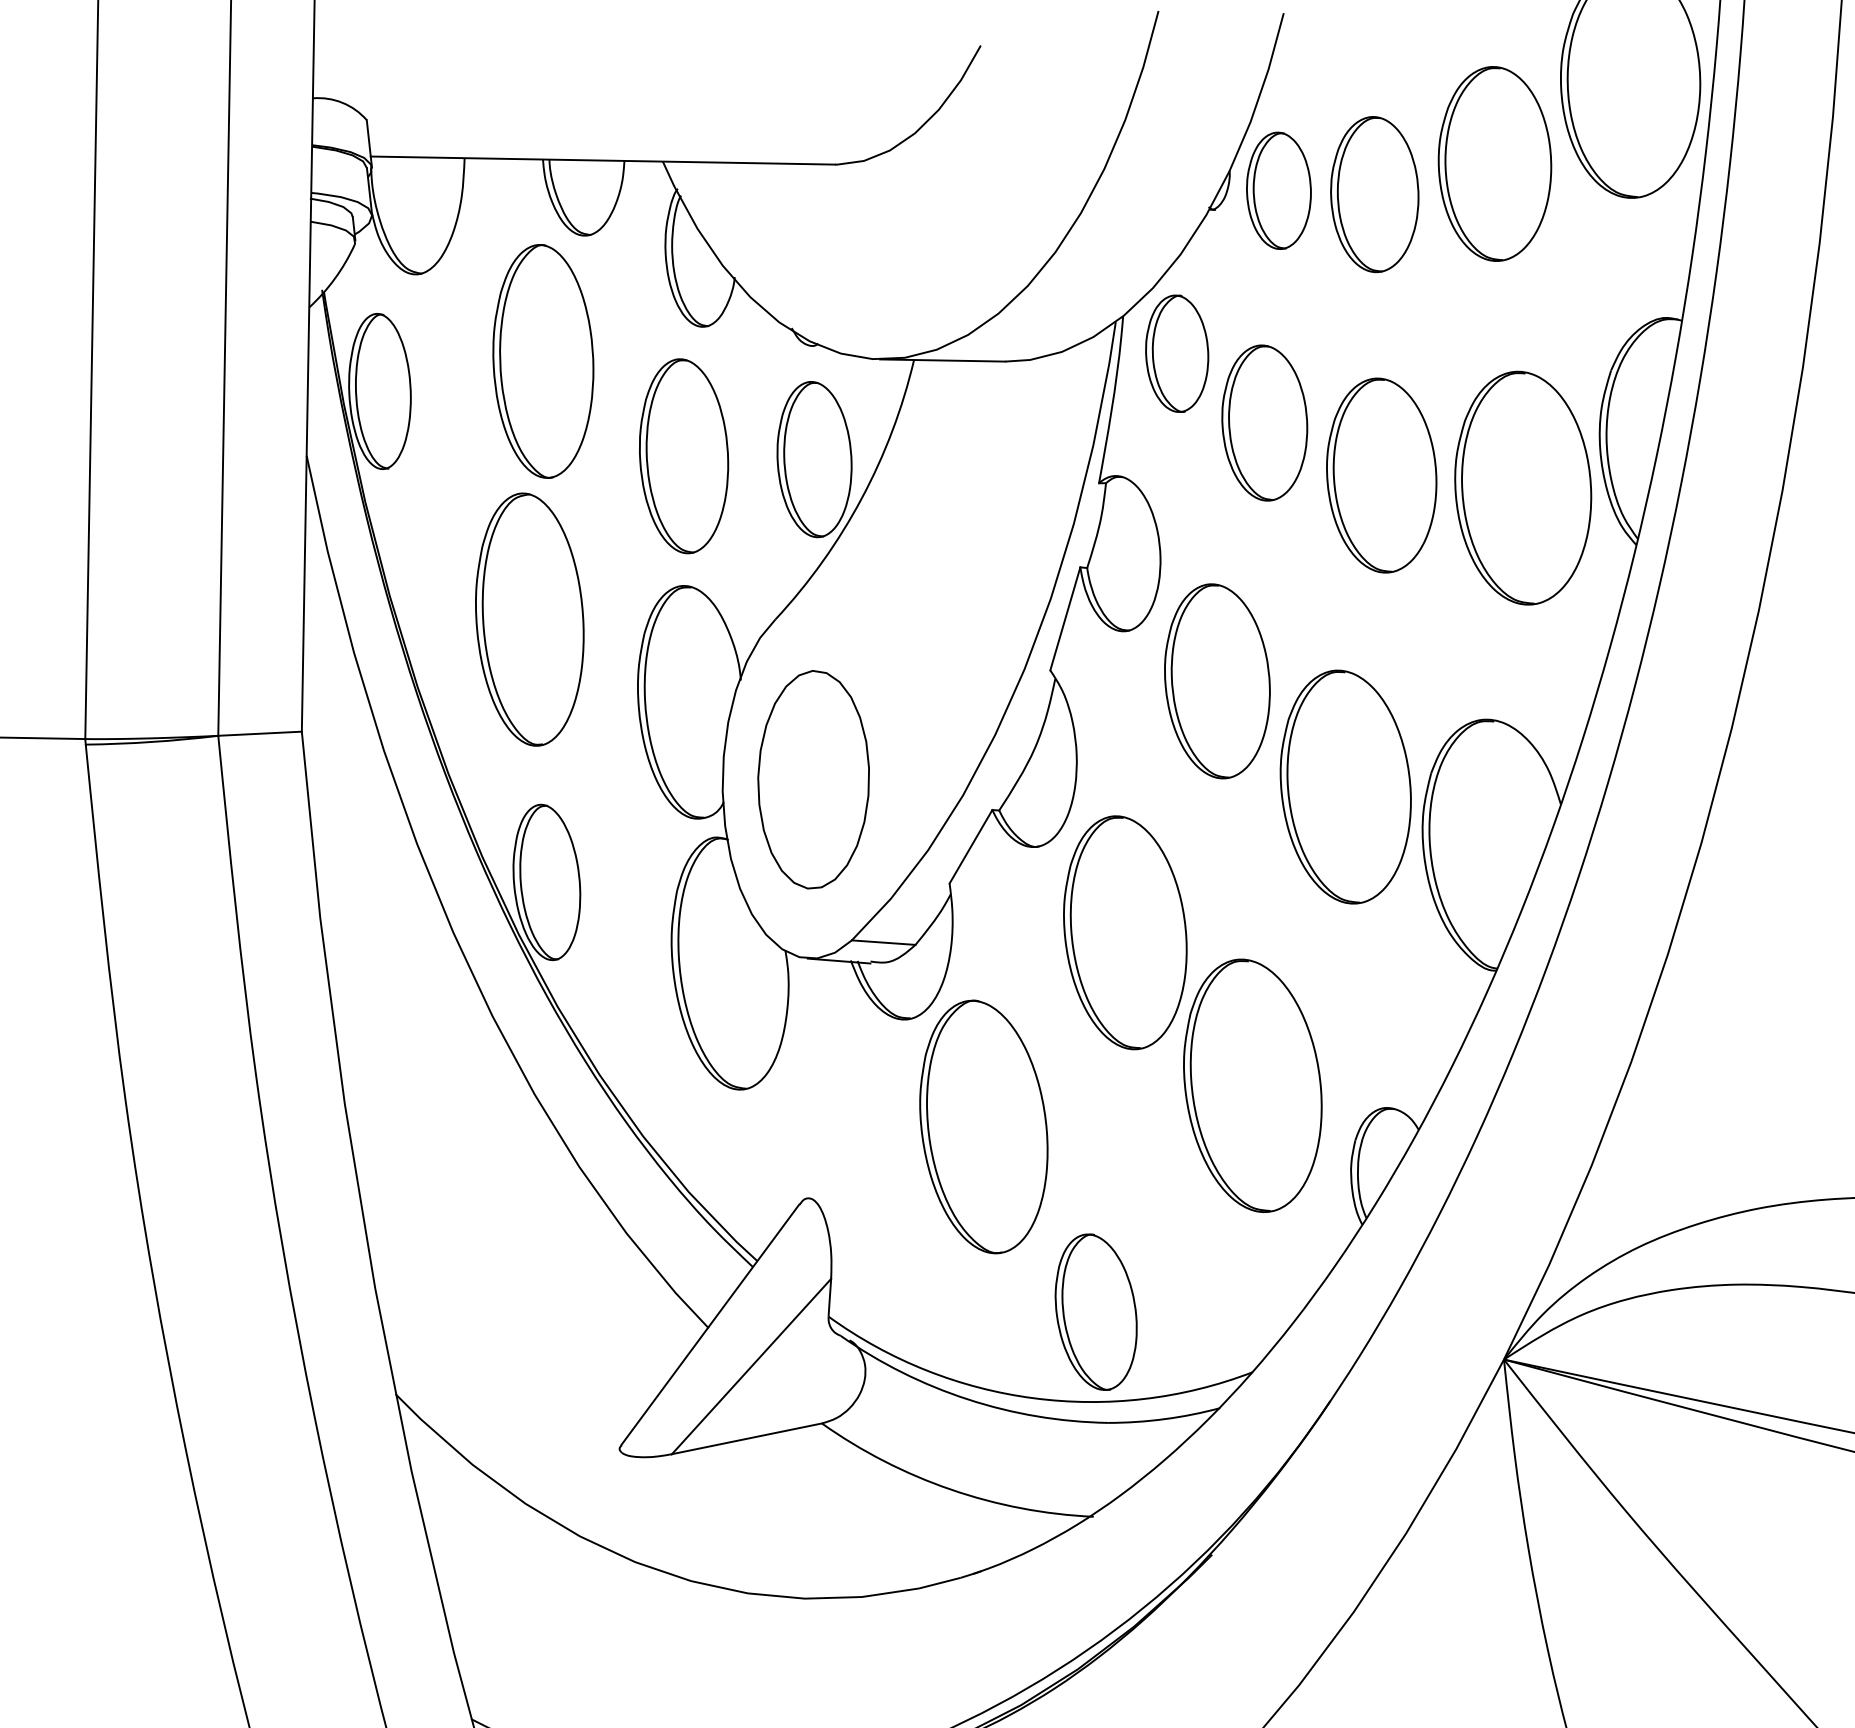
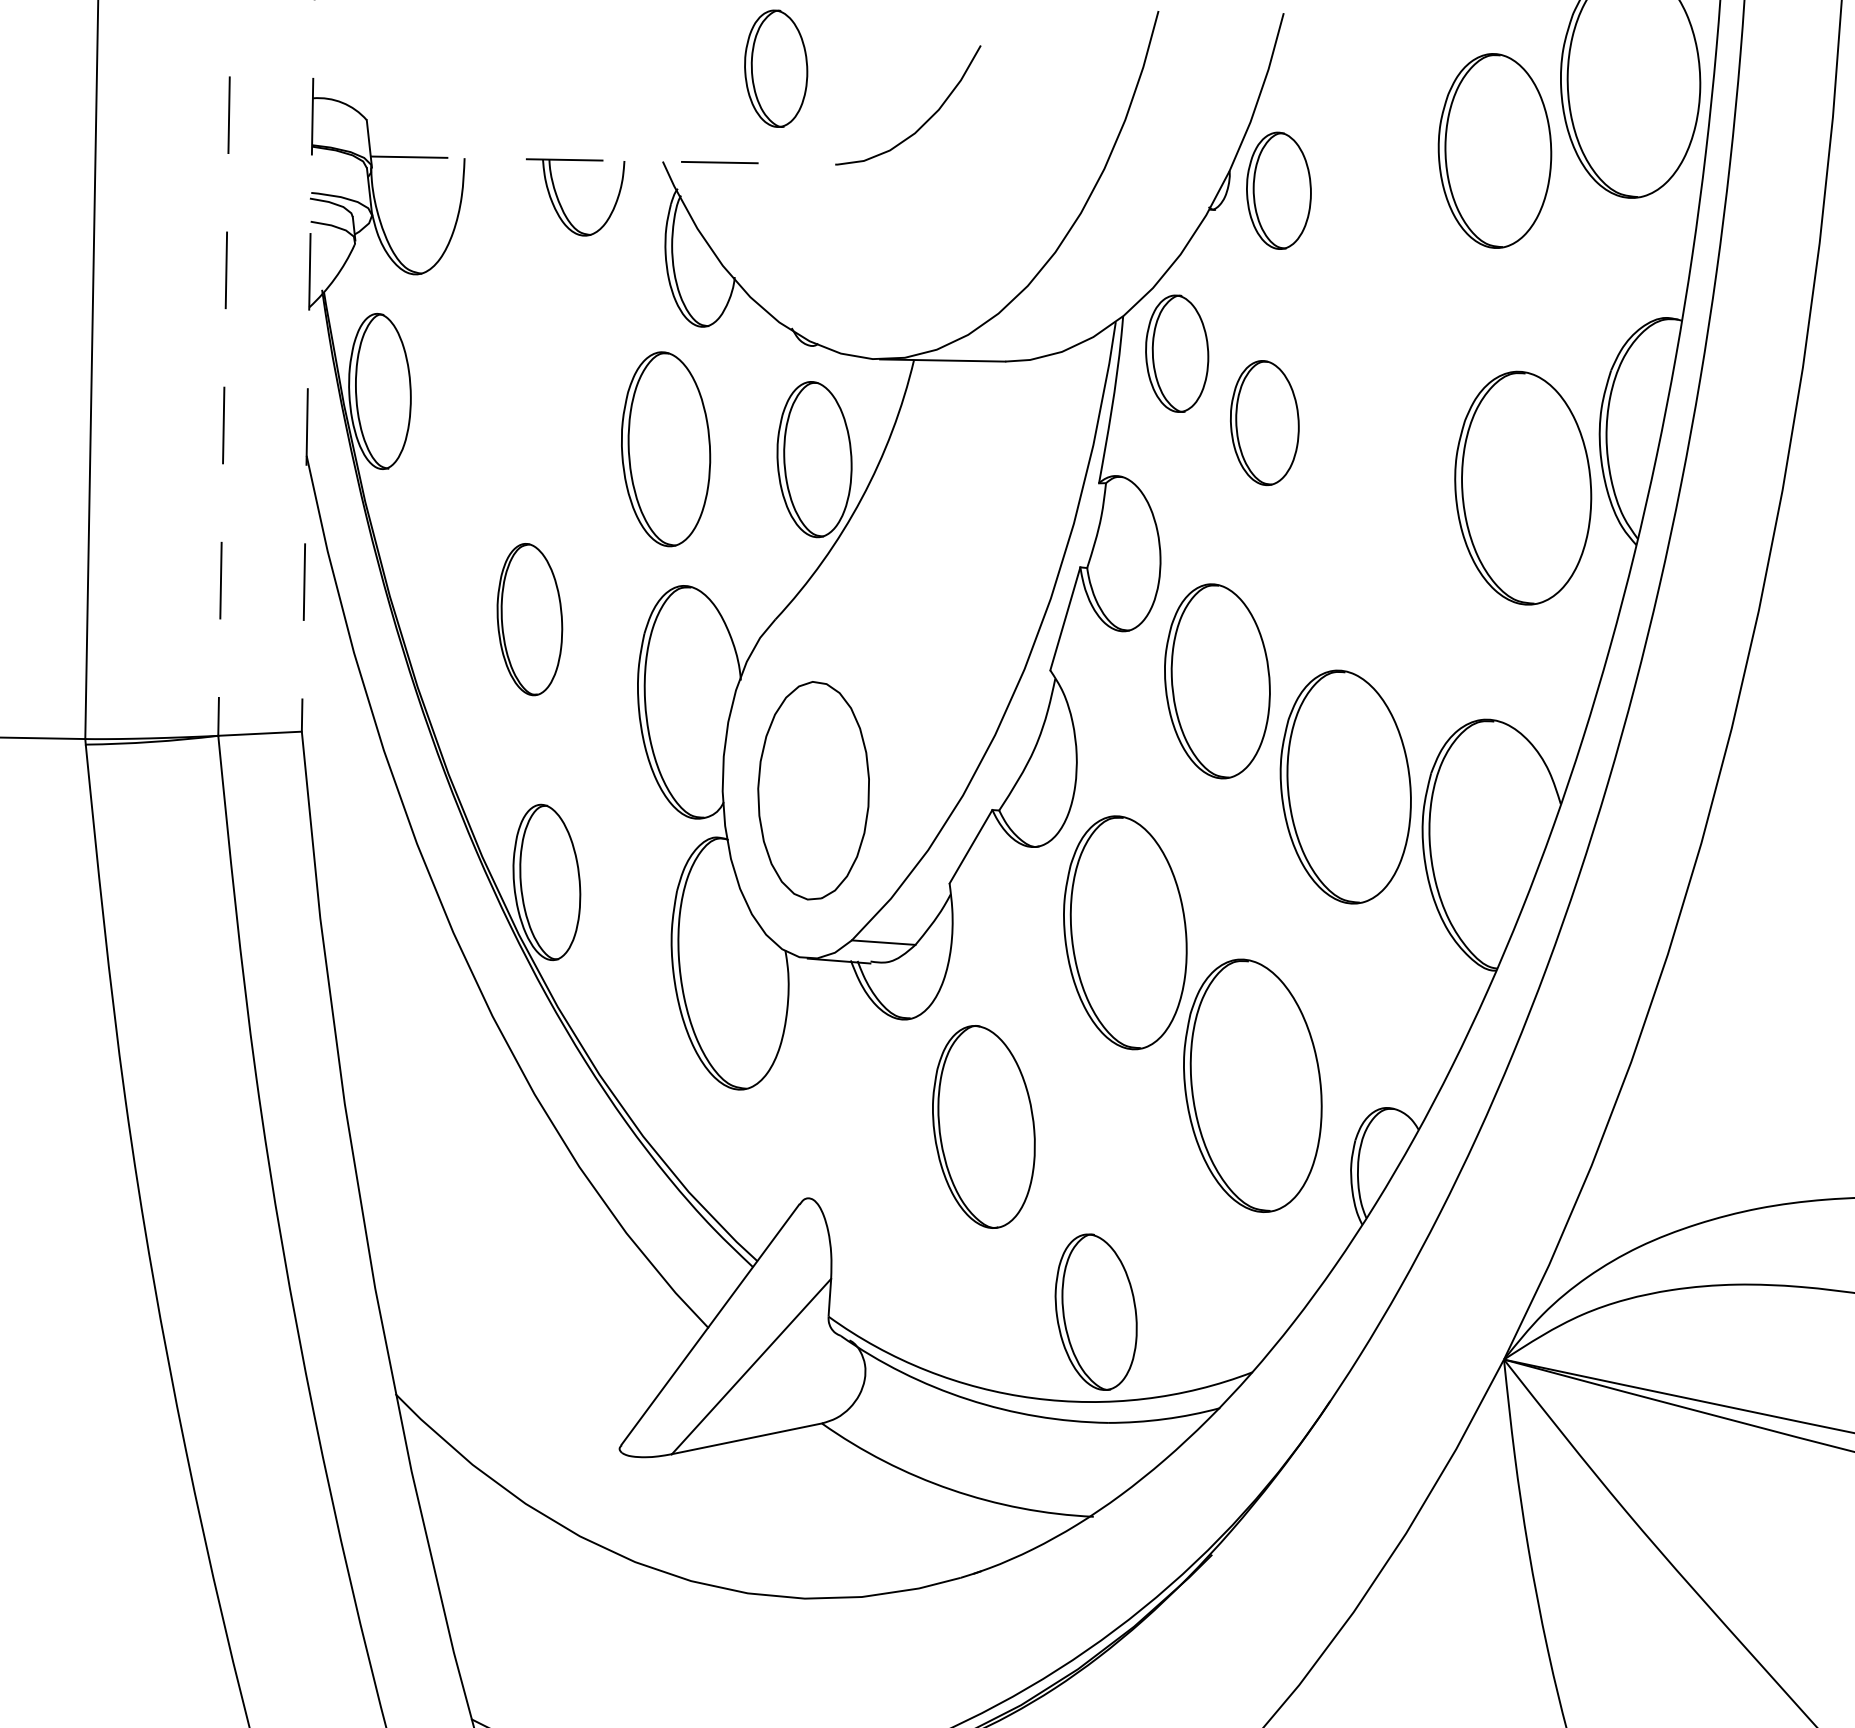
part at (776, 68): none -> present
line at (603, 160): solid -> dashed
part at (1494, 163) position: (1494, 163) -> (1494, 150)
part at (1374, 194): present -> none
part at (543, 361): present -> none
line at (308, 366): solid -> dashed
line at (224, 367): solid -> dashed
part at (1264, 422) size: 88x158 px -> 70x126 px
part at (684, 456) position: (684, 456) -> (666, 449)
part at (1381, 475): present -> none
part at (529, 619) size: 110x255 px -> 68x154 px
part at (813, 779) position: (813, 779) -> (813, 790)
part at (983, 1126) size: 130x256 px -> 104x204 px
